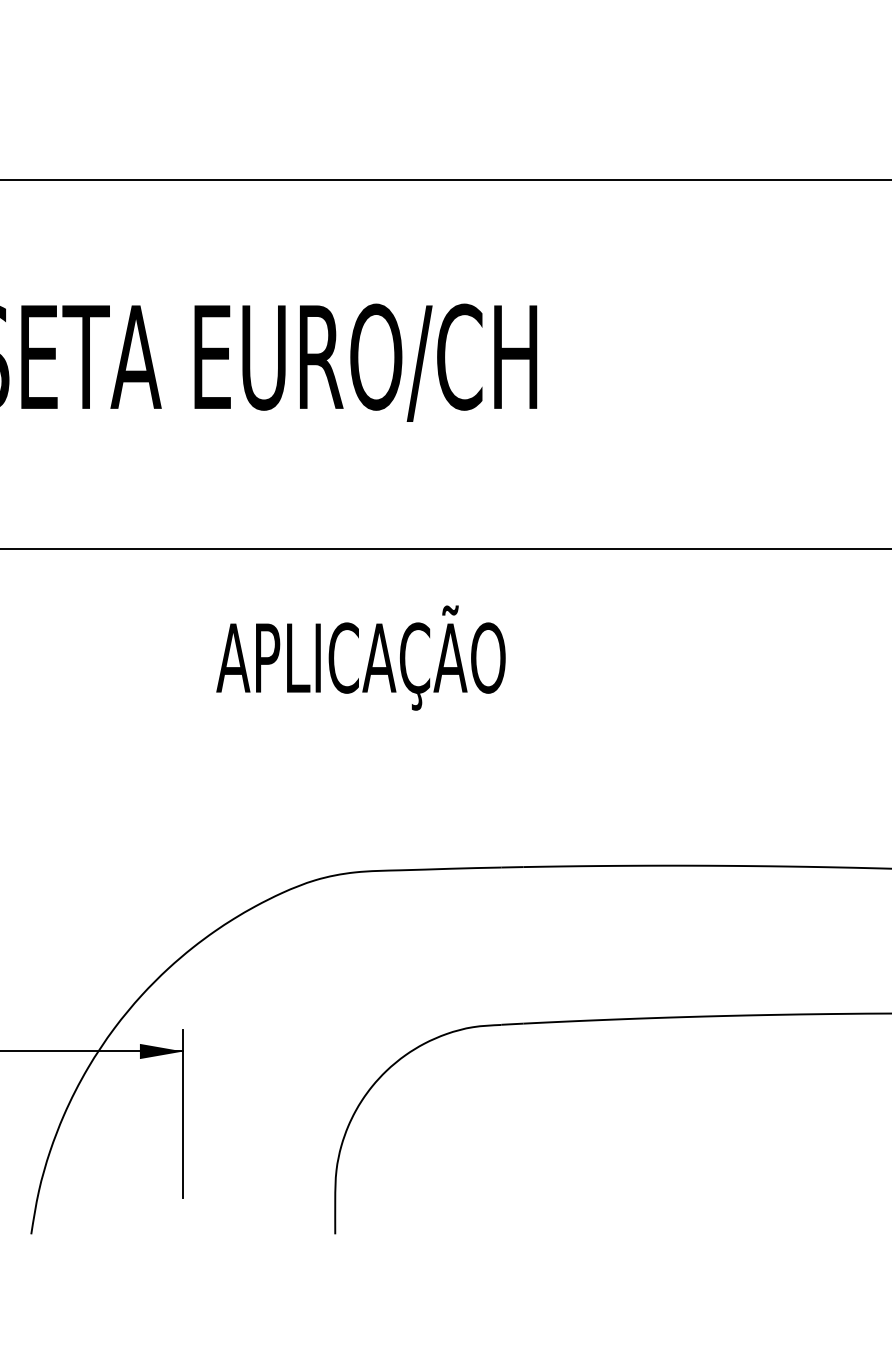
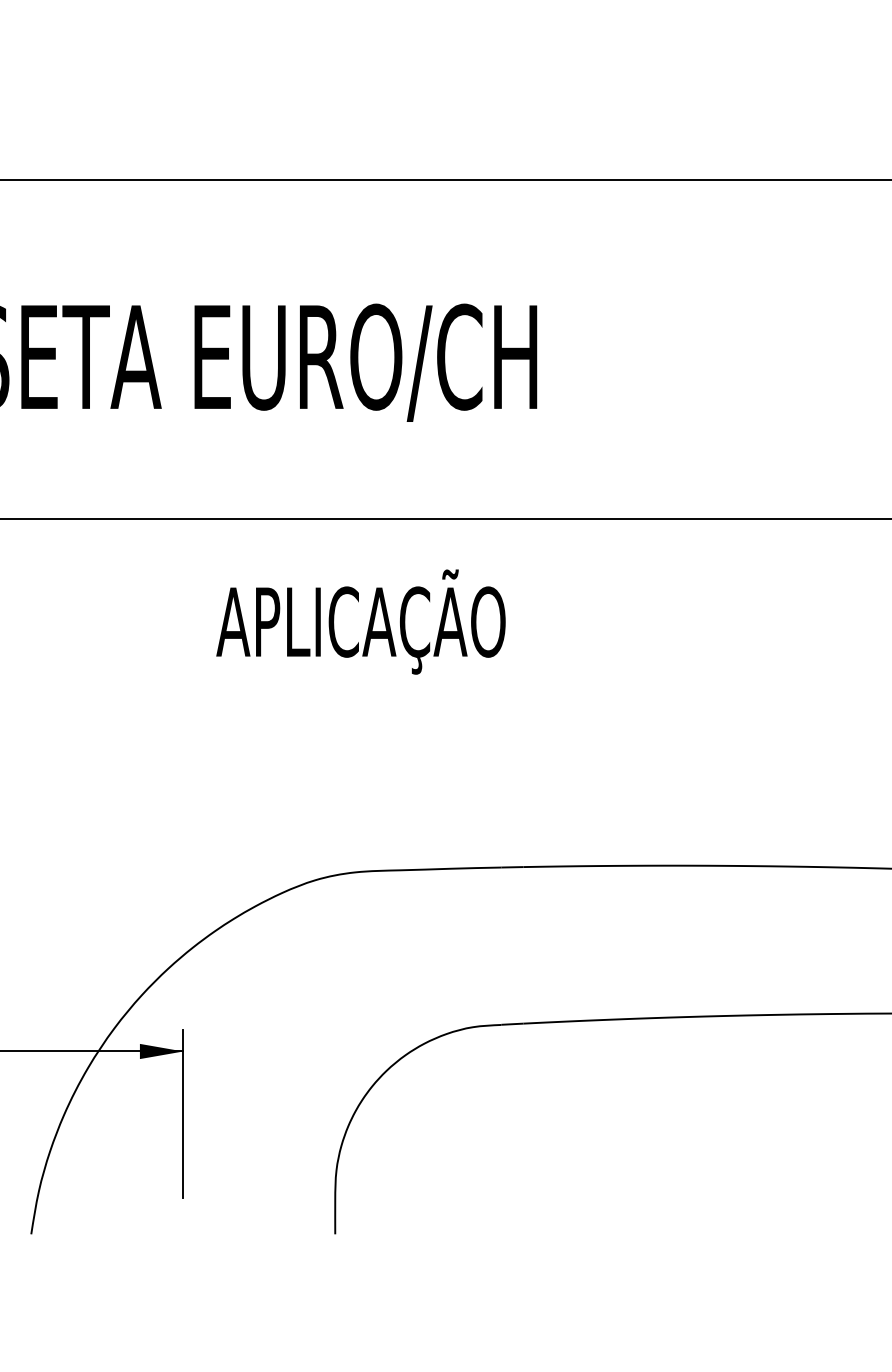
line at (445, 548) position: (445, 548) -> (445, 518)
text at (360, 657) position: (360, 657) -> (360, 621)
